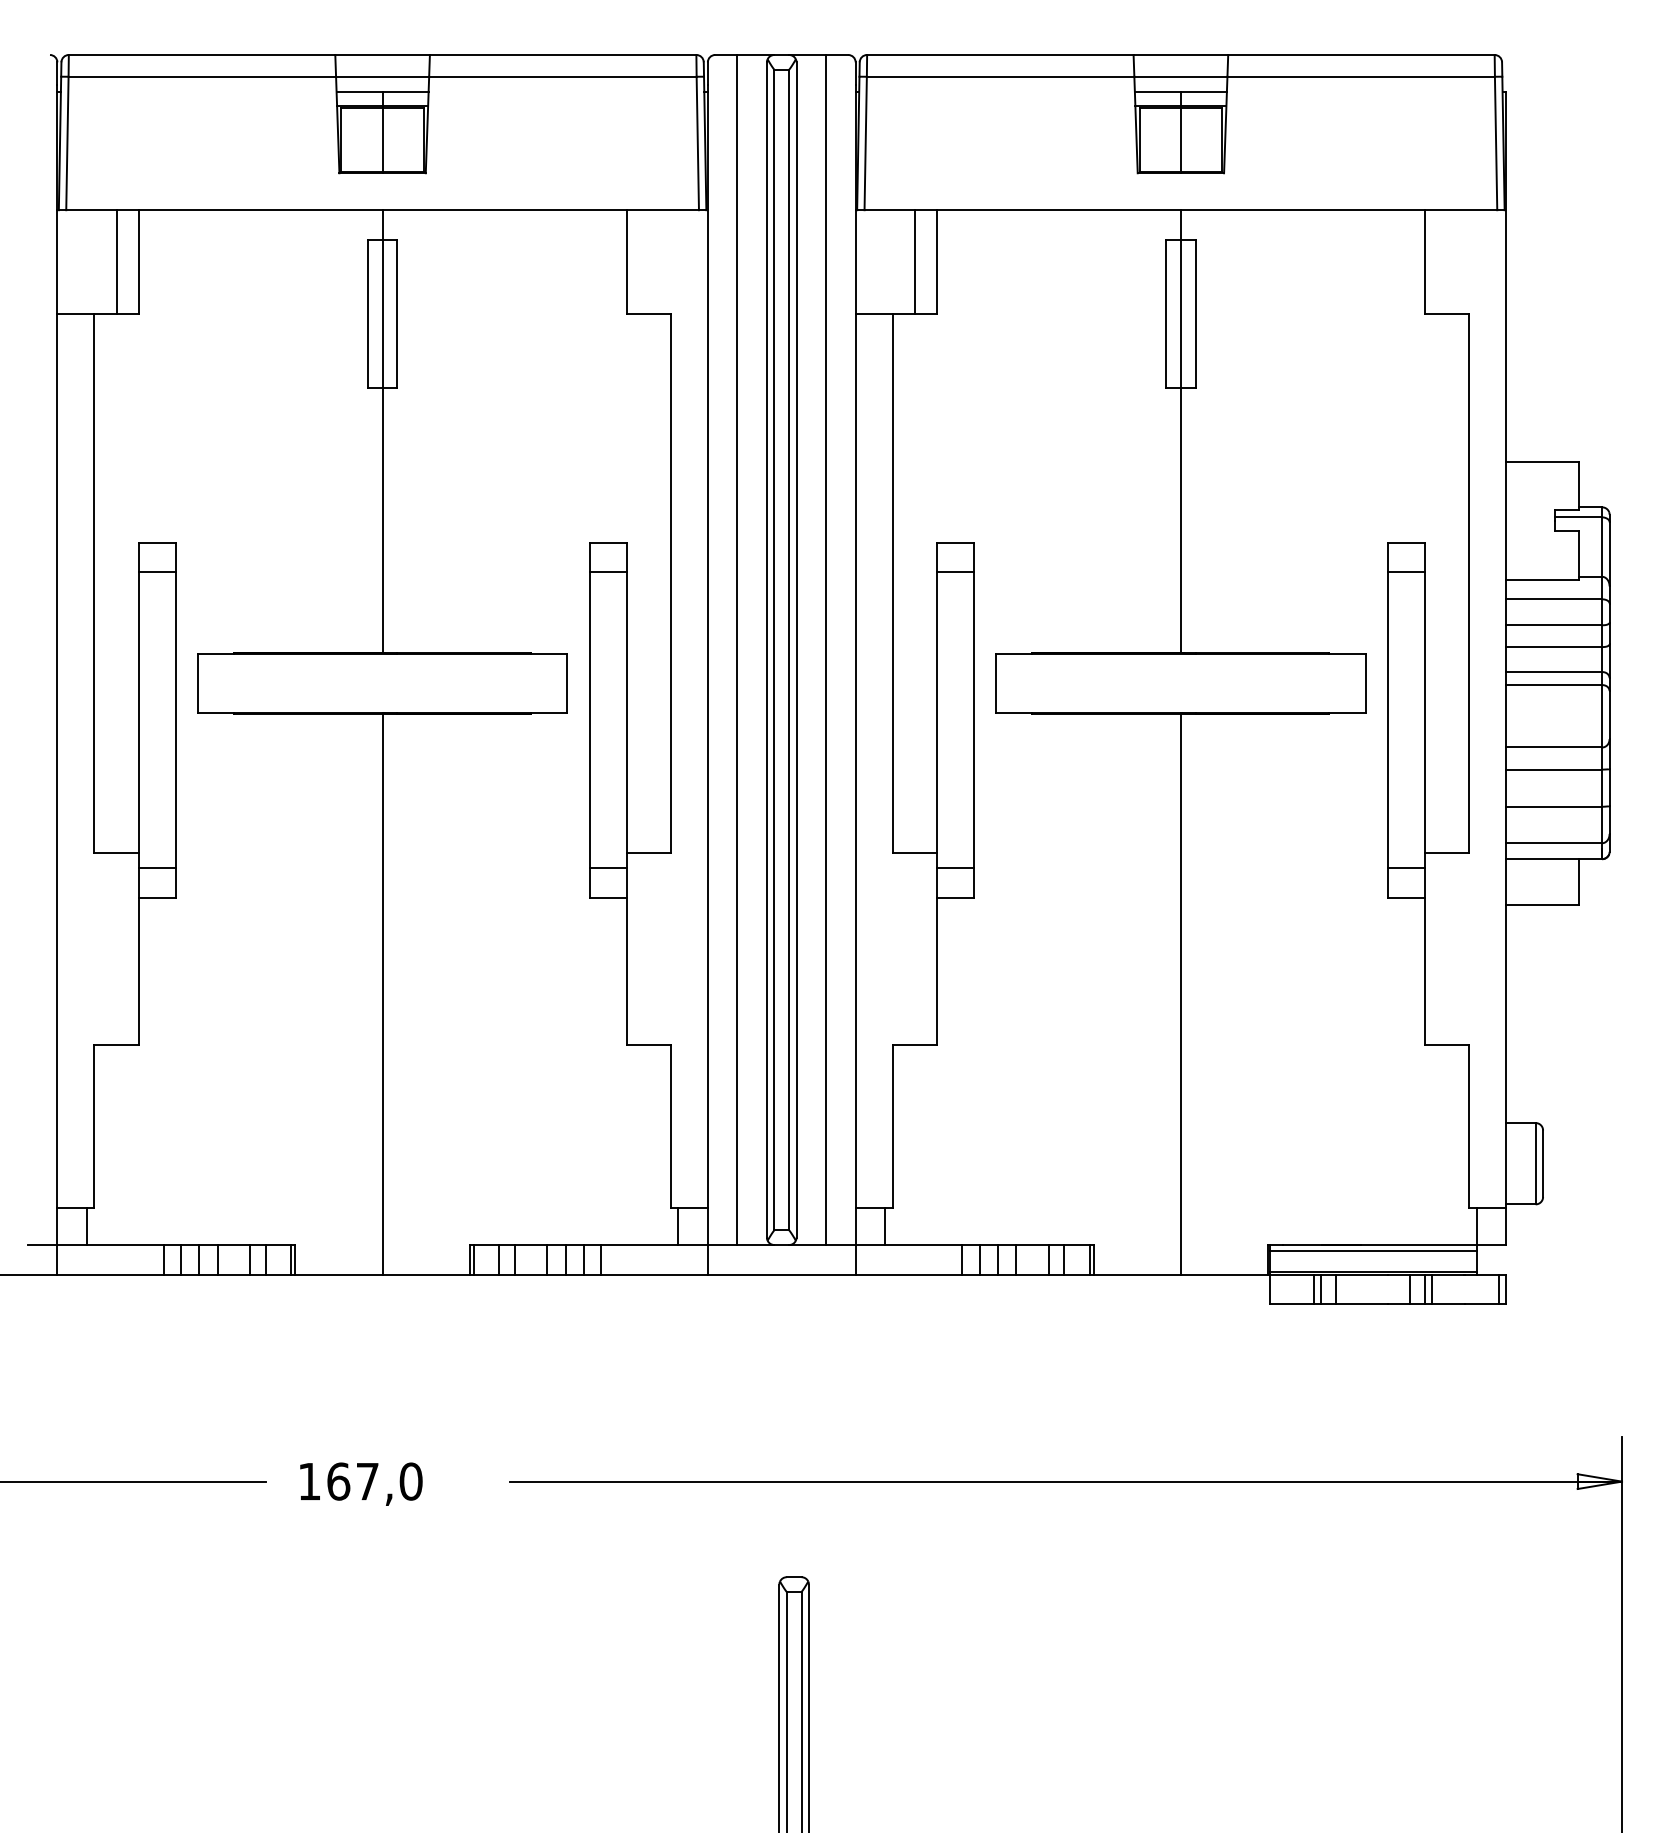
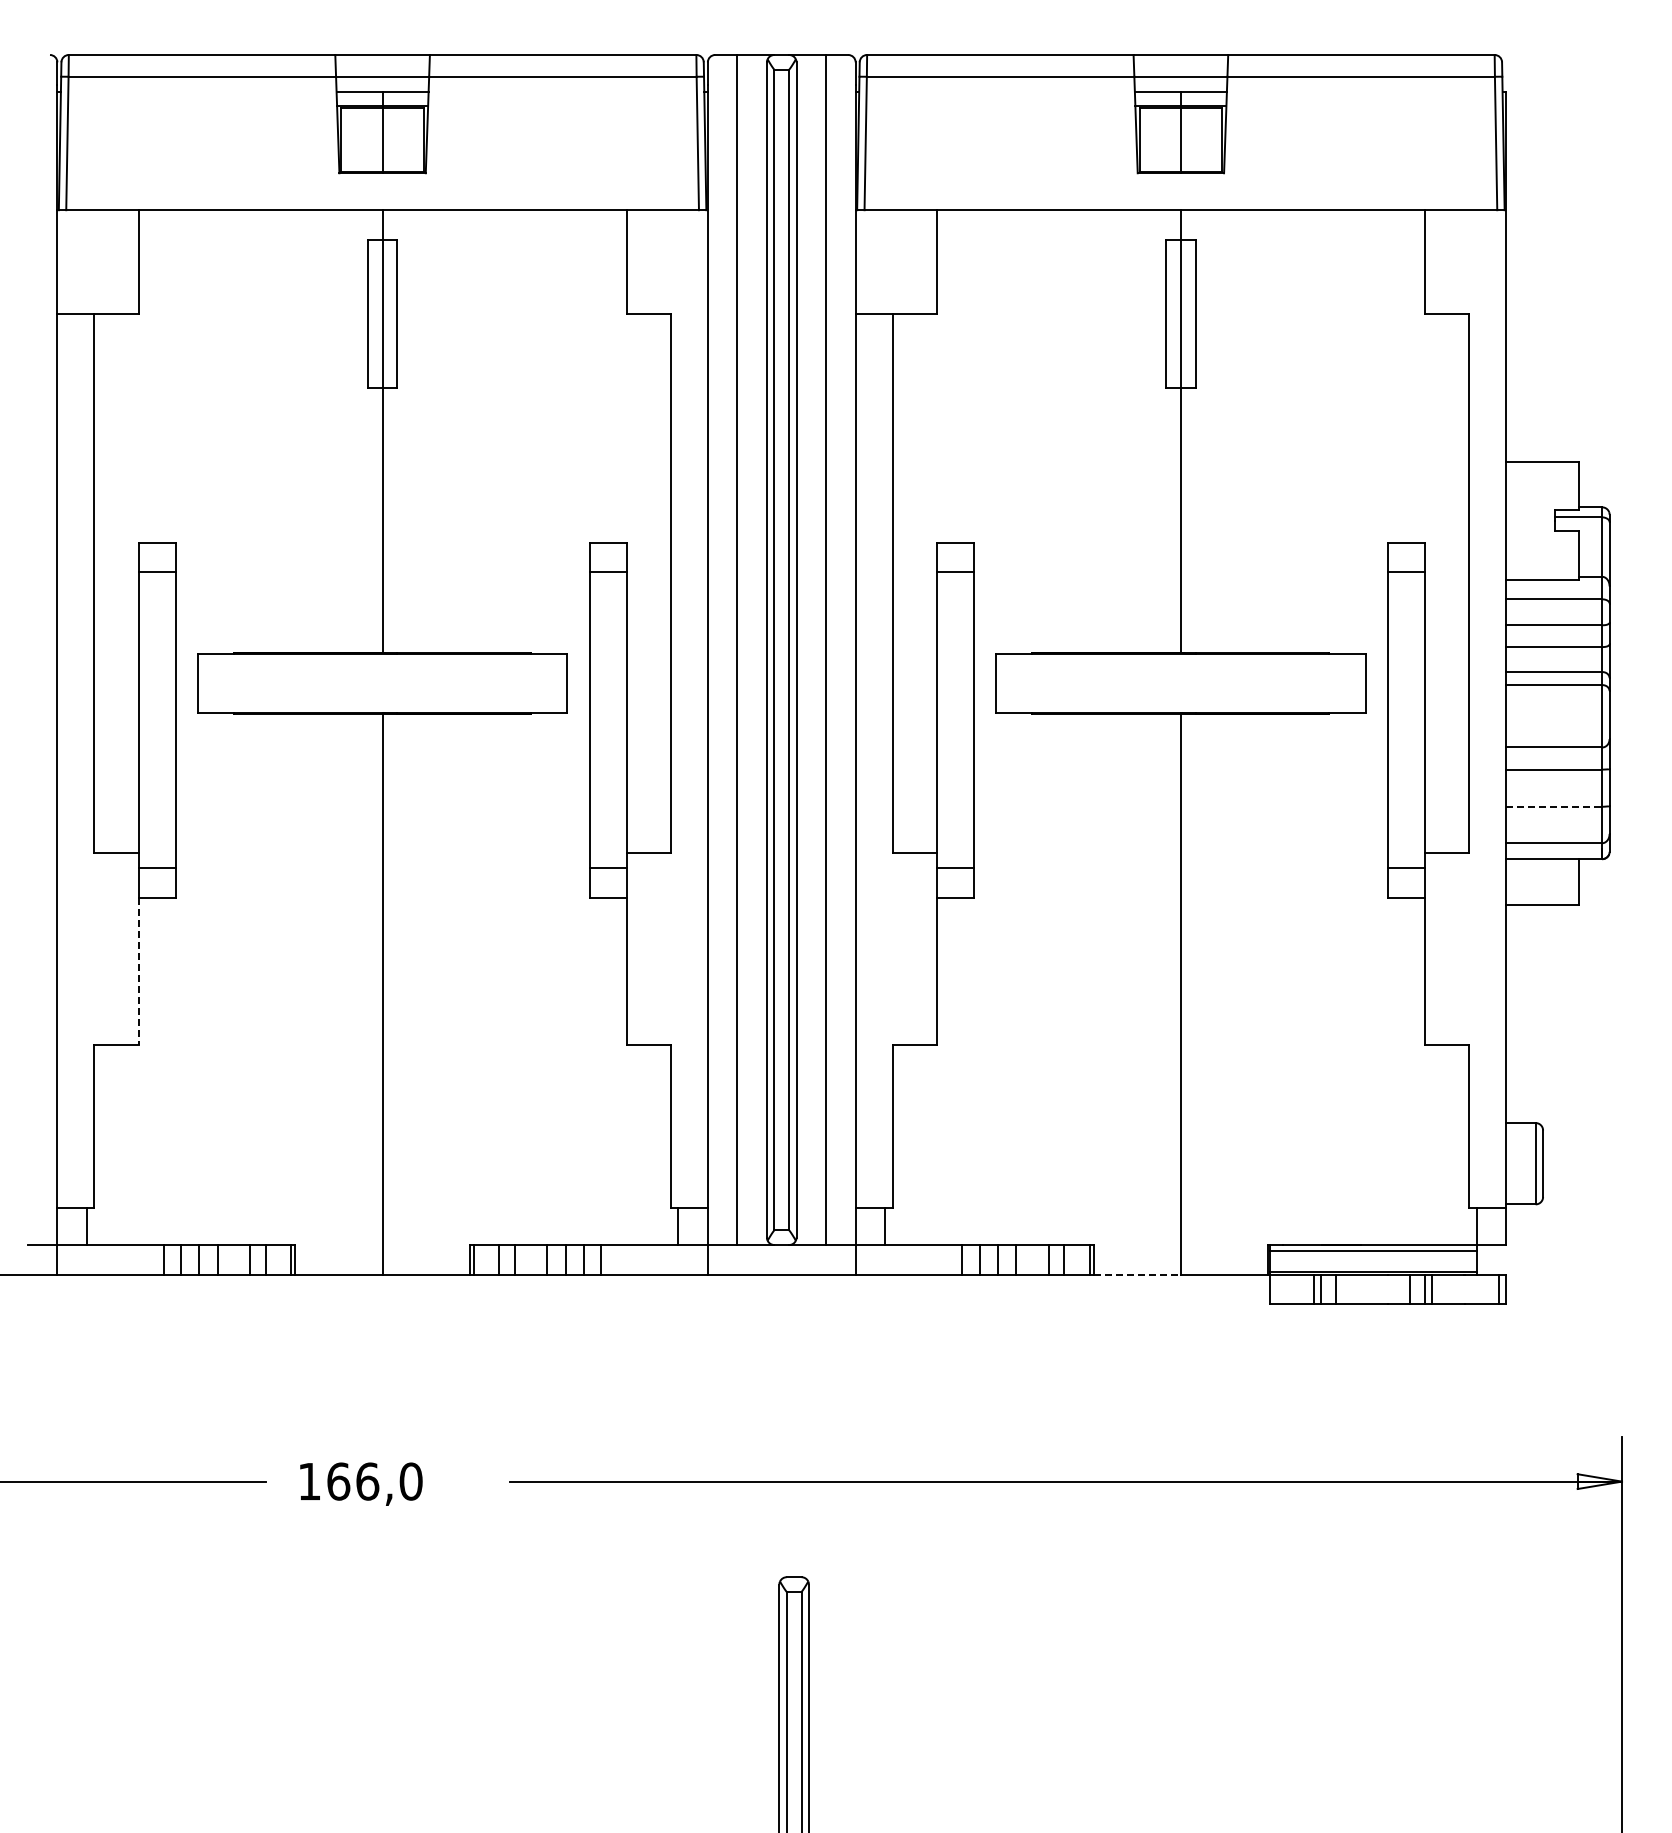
line at (116, 261): present -> none
line at (914, 261): present -> none
line at (1554, 806): solid -> dashed
line at (138, 971): solid -> dashed
line at (1137, 1274): solid -> dashed
text at (367, 1481): 167,0 -> 166,0
